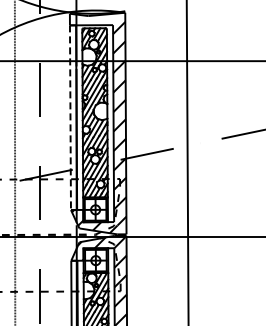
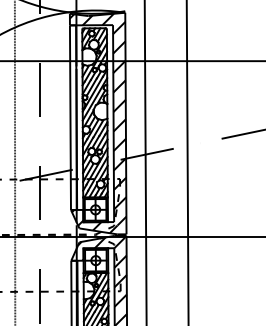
hatch at (91, 19): none -> present
line at (70, 118): dashed -> solid
line at (145, 162): none -> present
